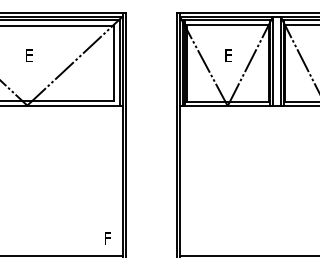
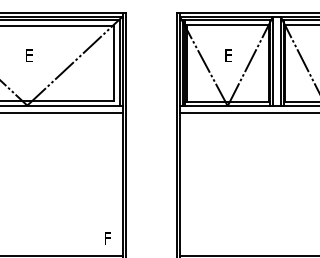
line at (62, 113): none -> present
line at (247, 113): none -> present
